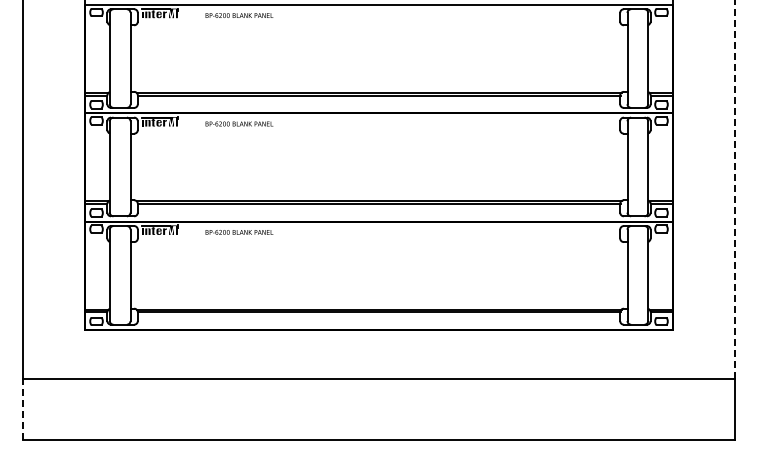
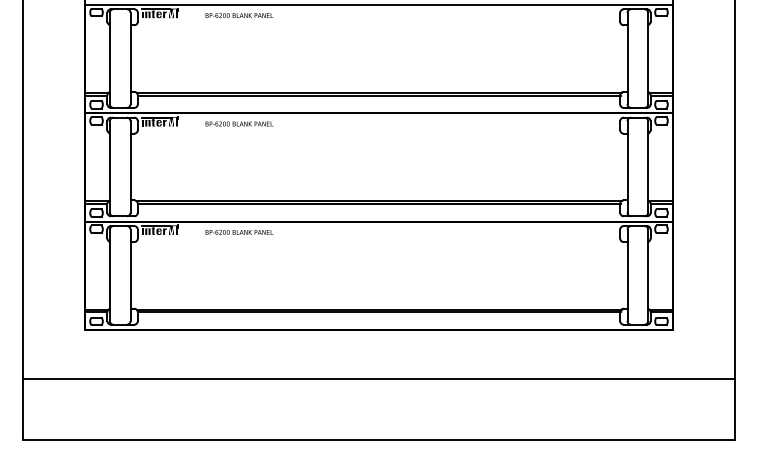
line at (735, 189): dashed -> solid
line at (22, 408): dashed -> solid
